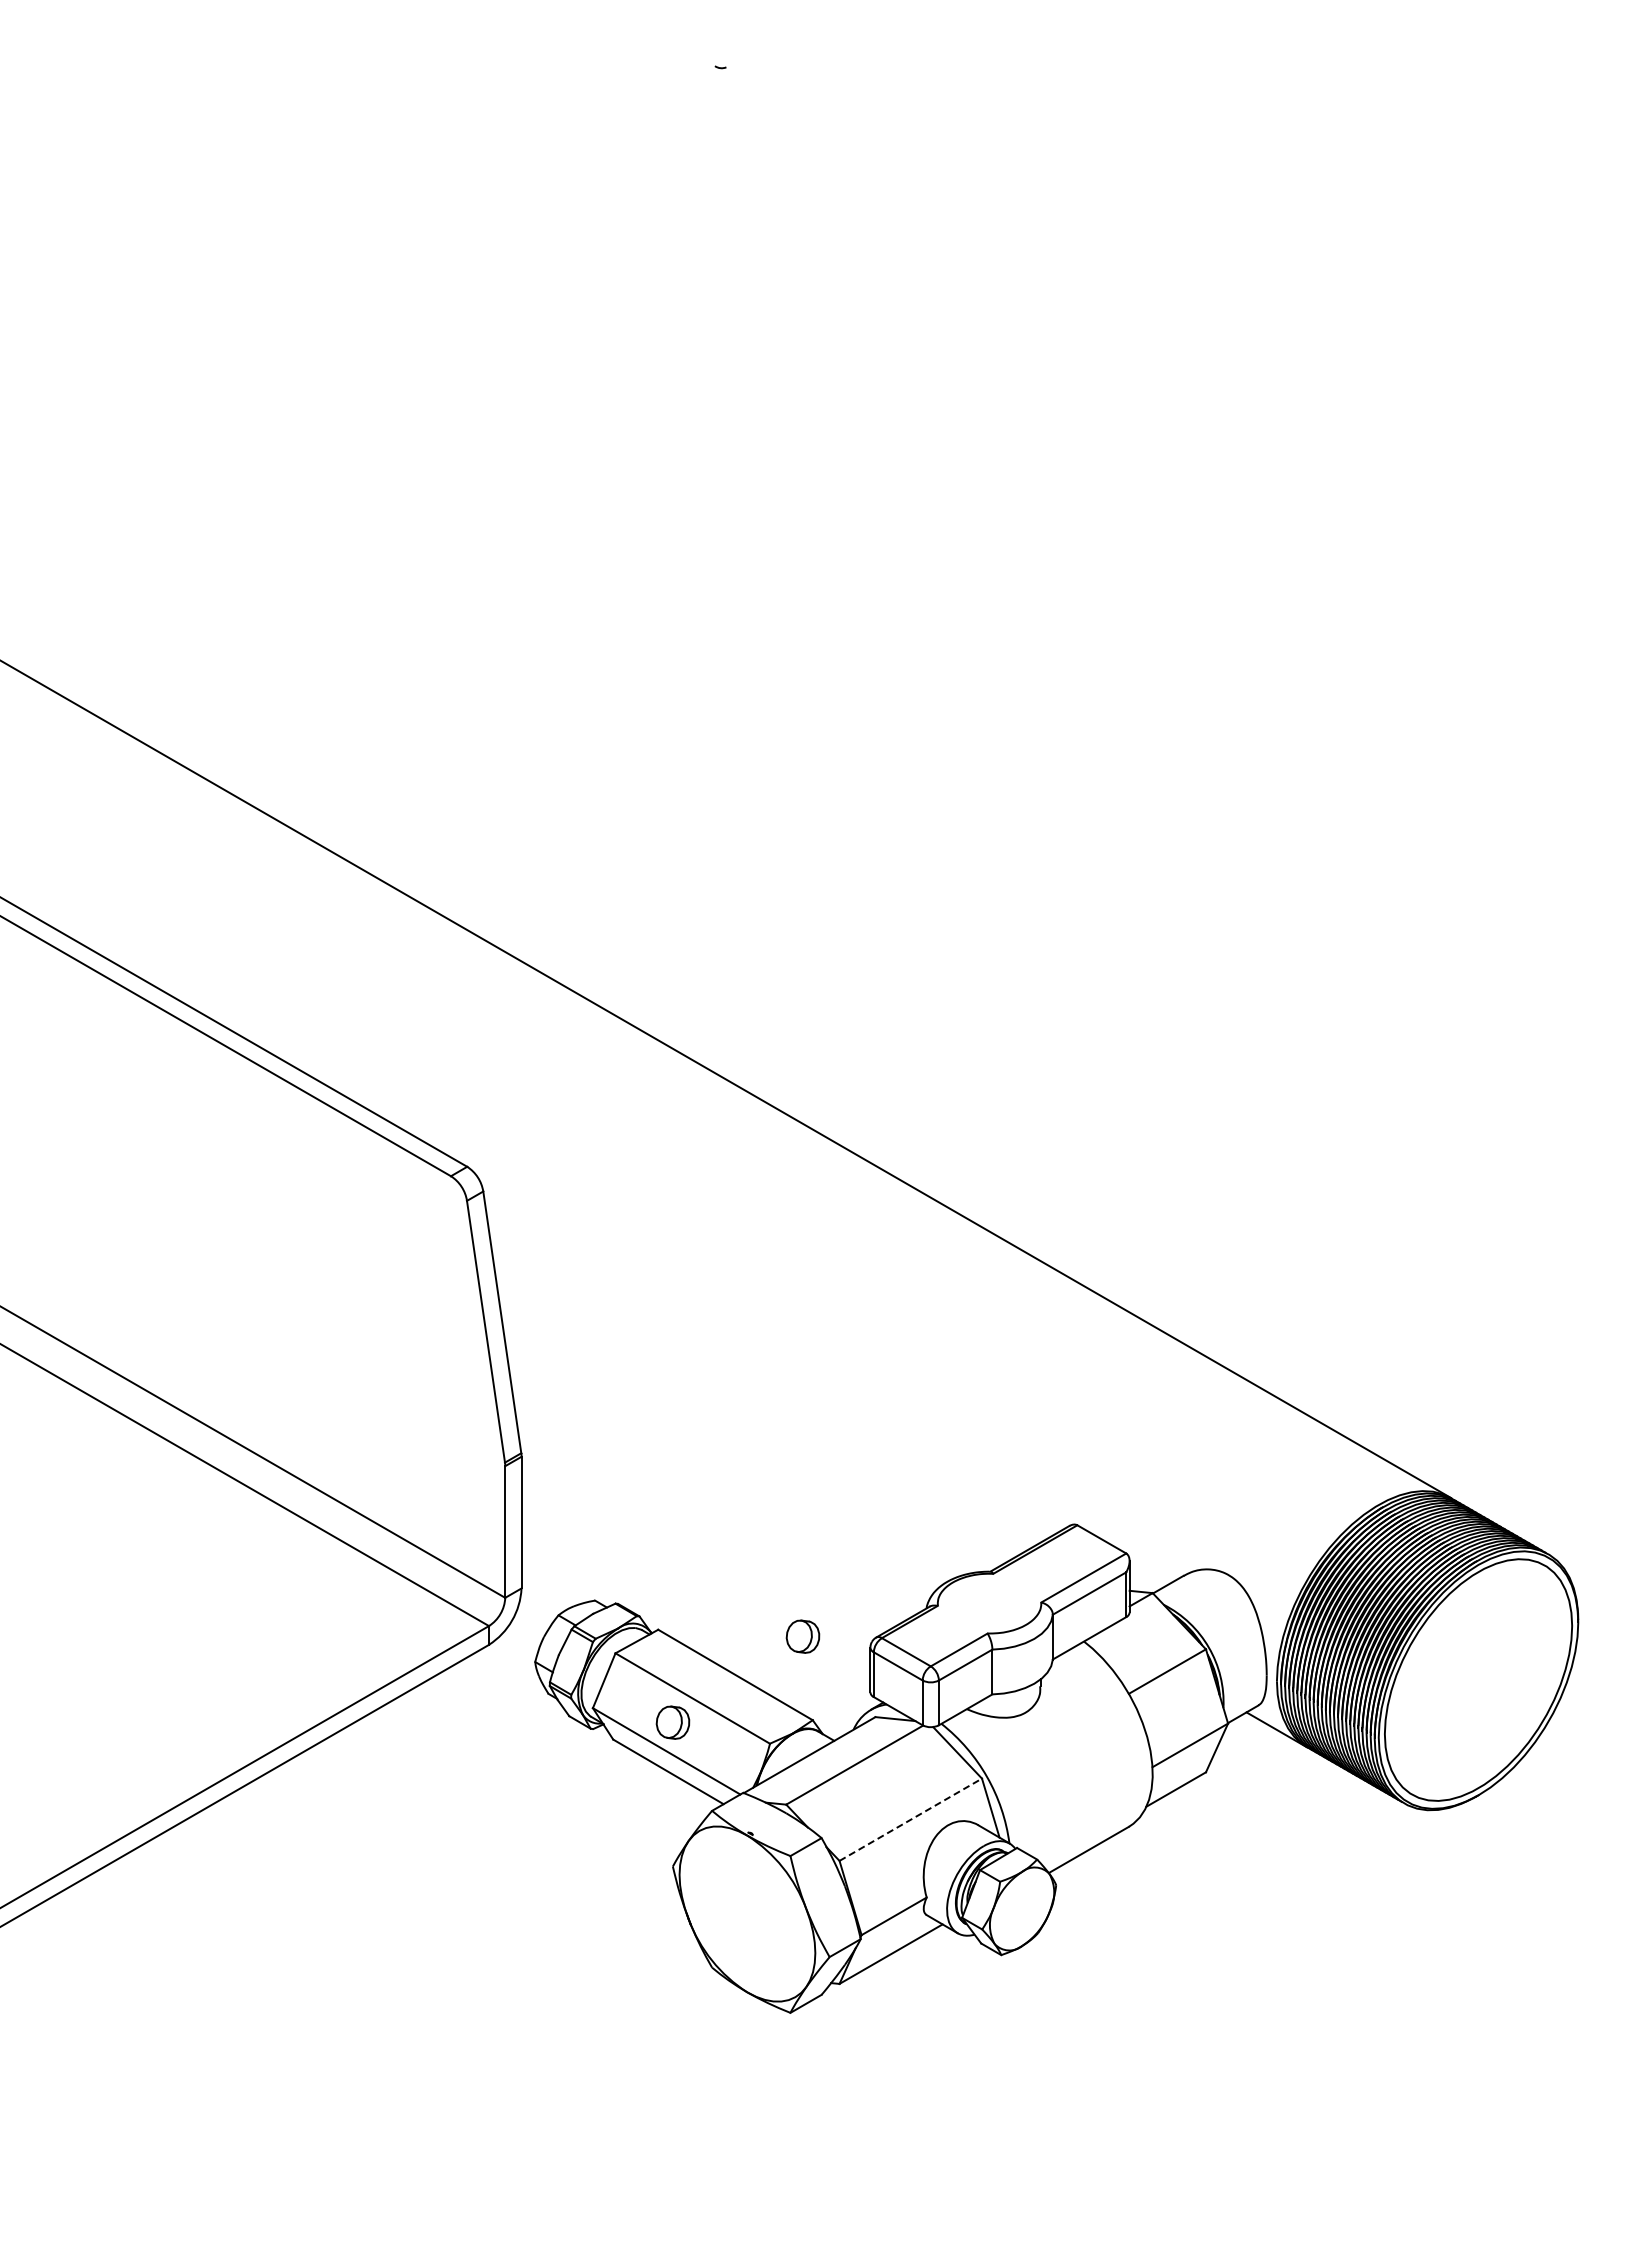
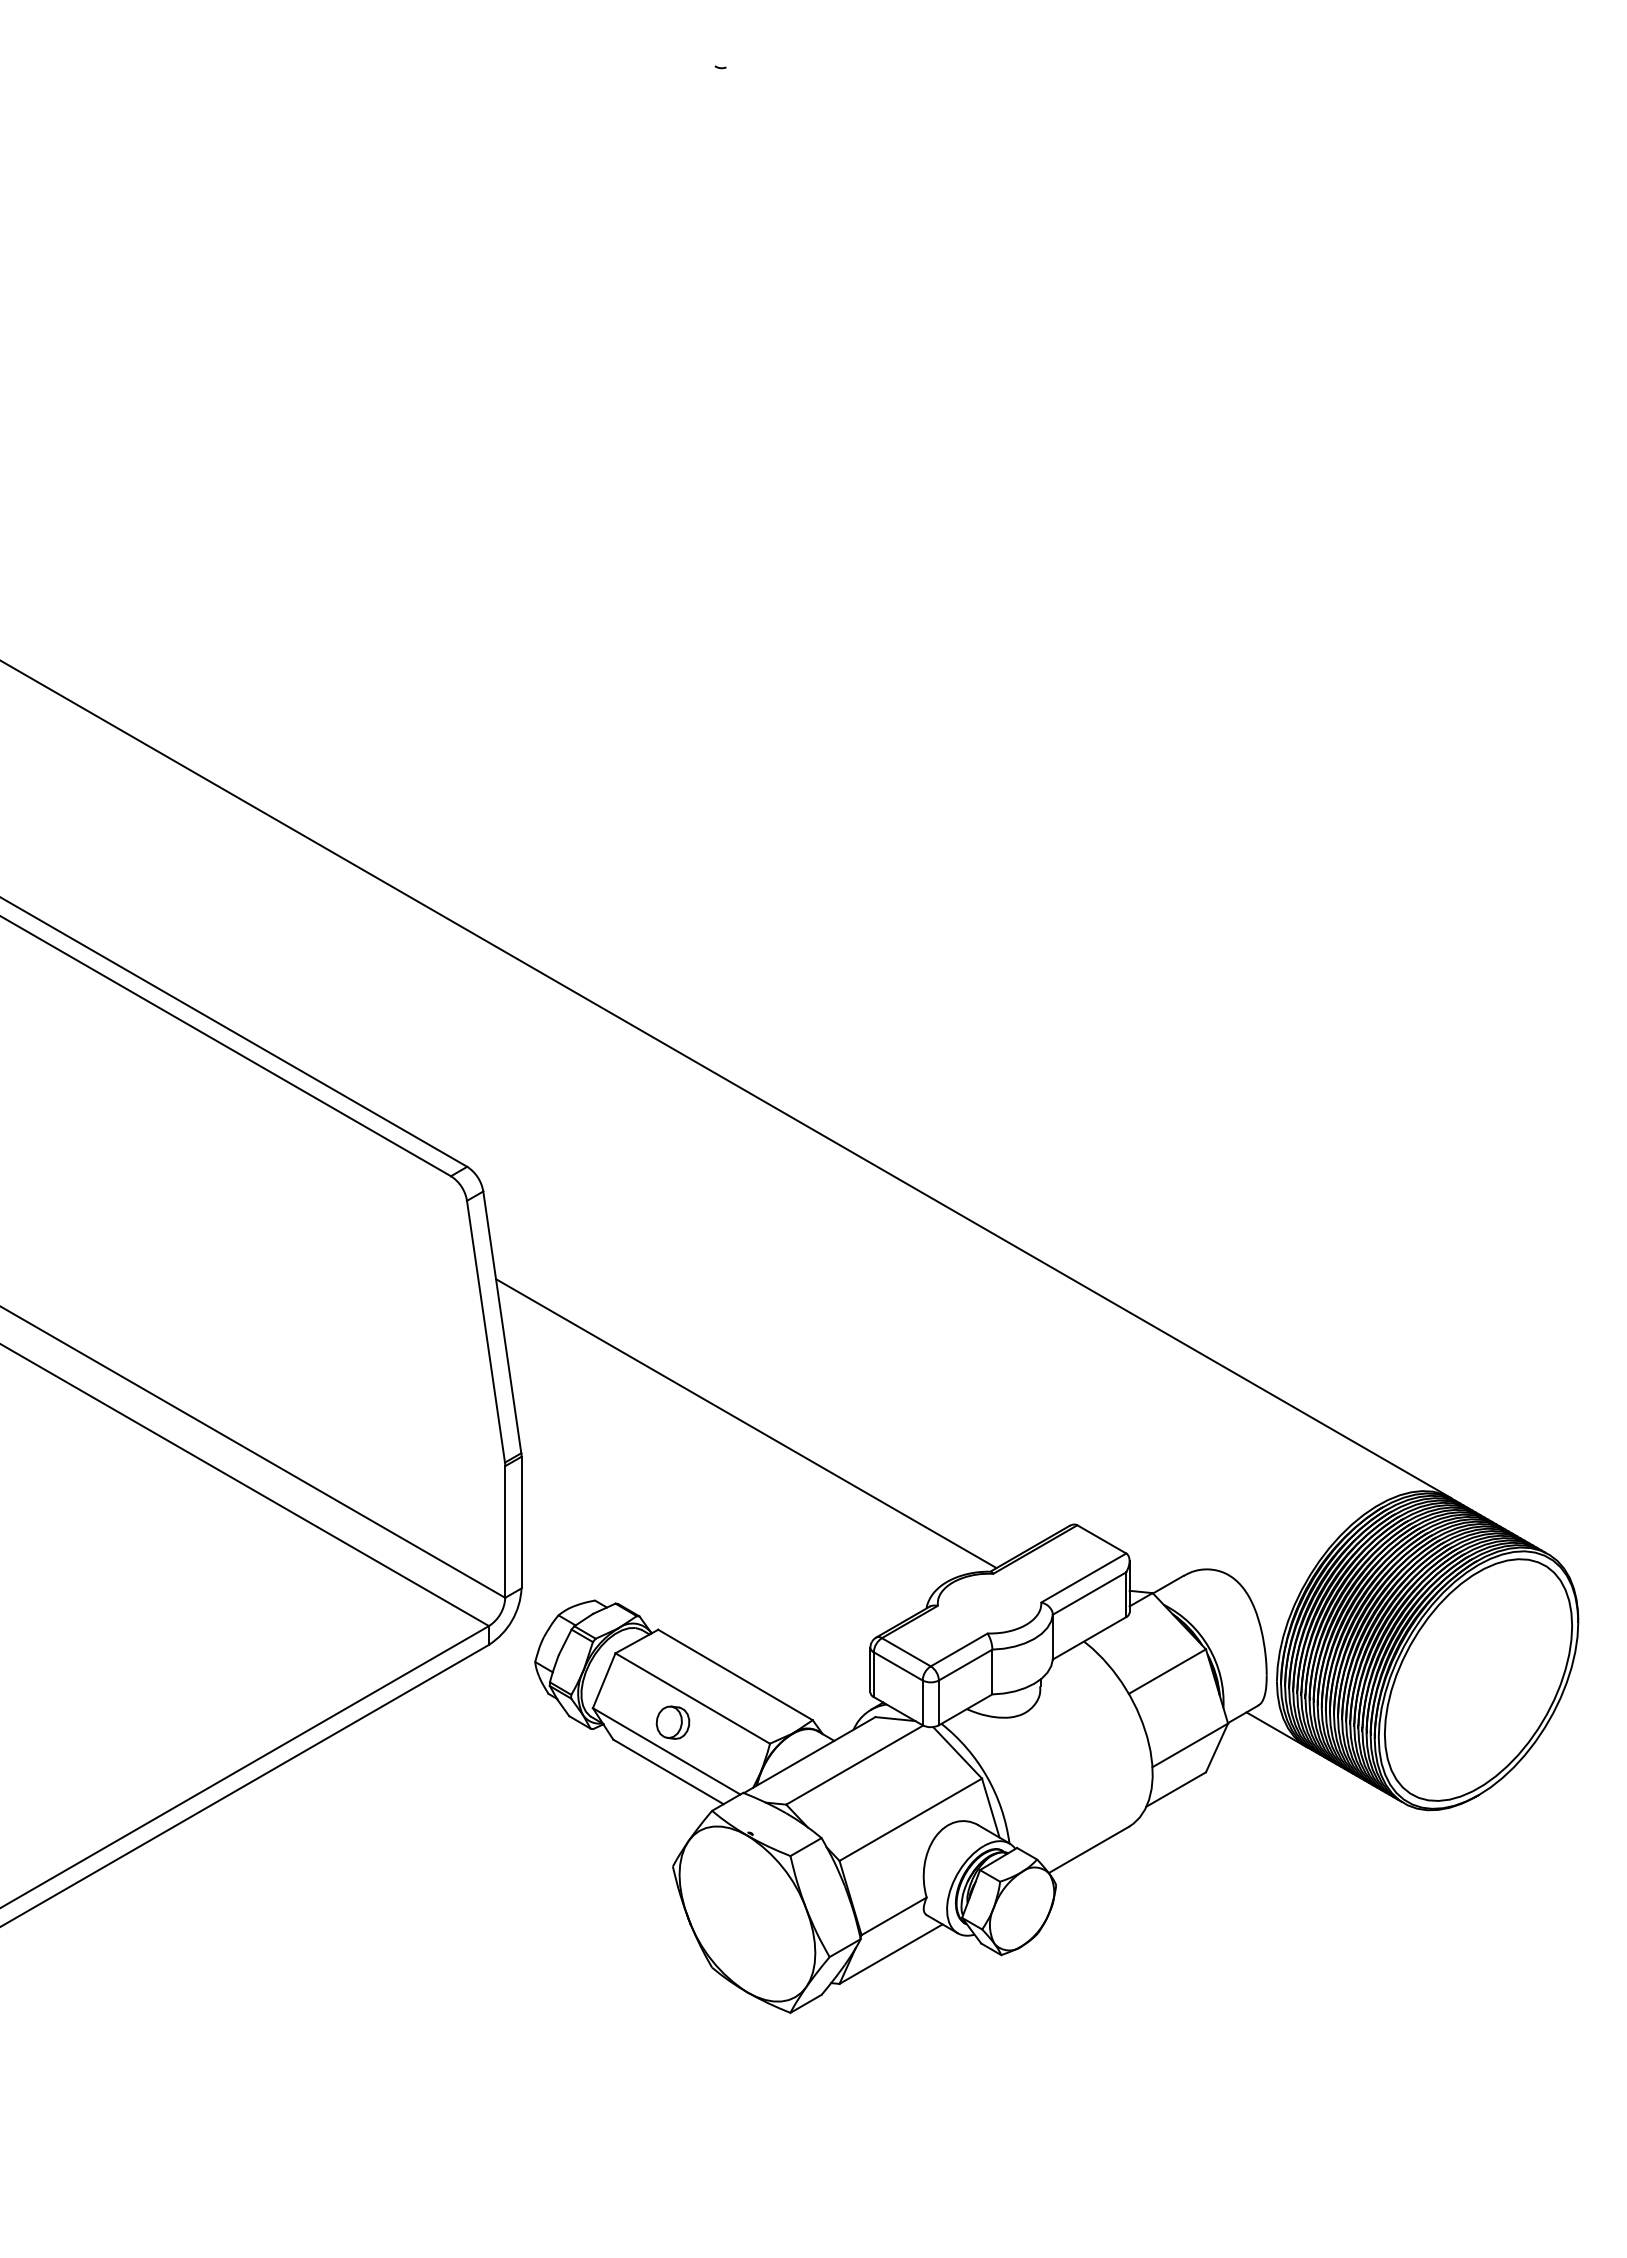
line at (746, 1423): none -> present
part at (802, 1636): present -> none
line at (911, 1819): dashed -> solid
